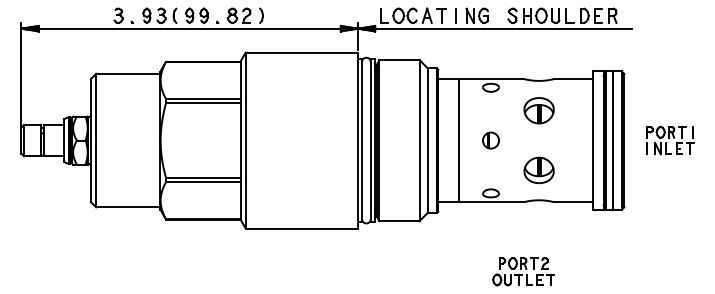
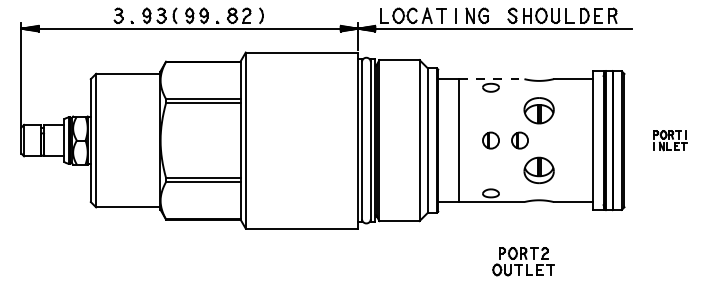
line at (491, 79): solid -> dashed
part at (519, 140): none -> present
part at (670, 140) size: 49x30 px -> 35x22 px
part at (523, 271) position: (523, 271) -> (523, 261)
